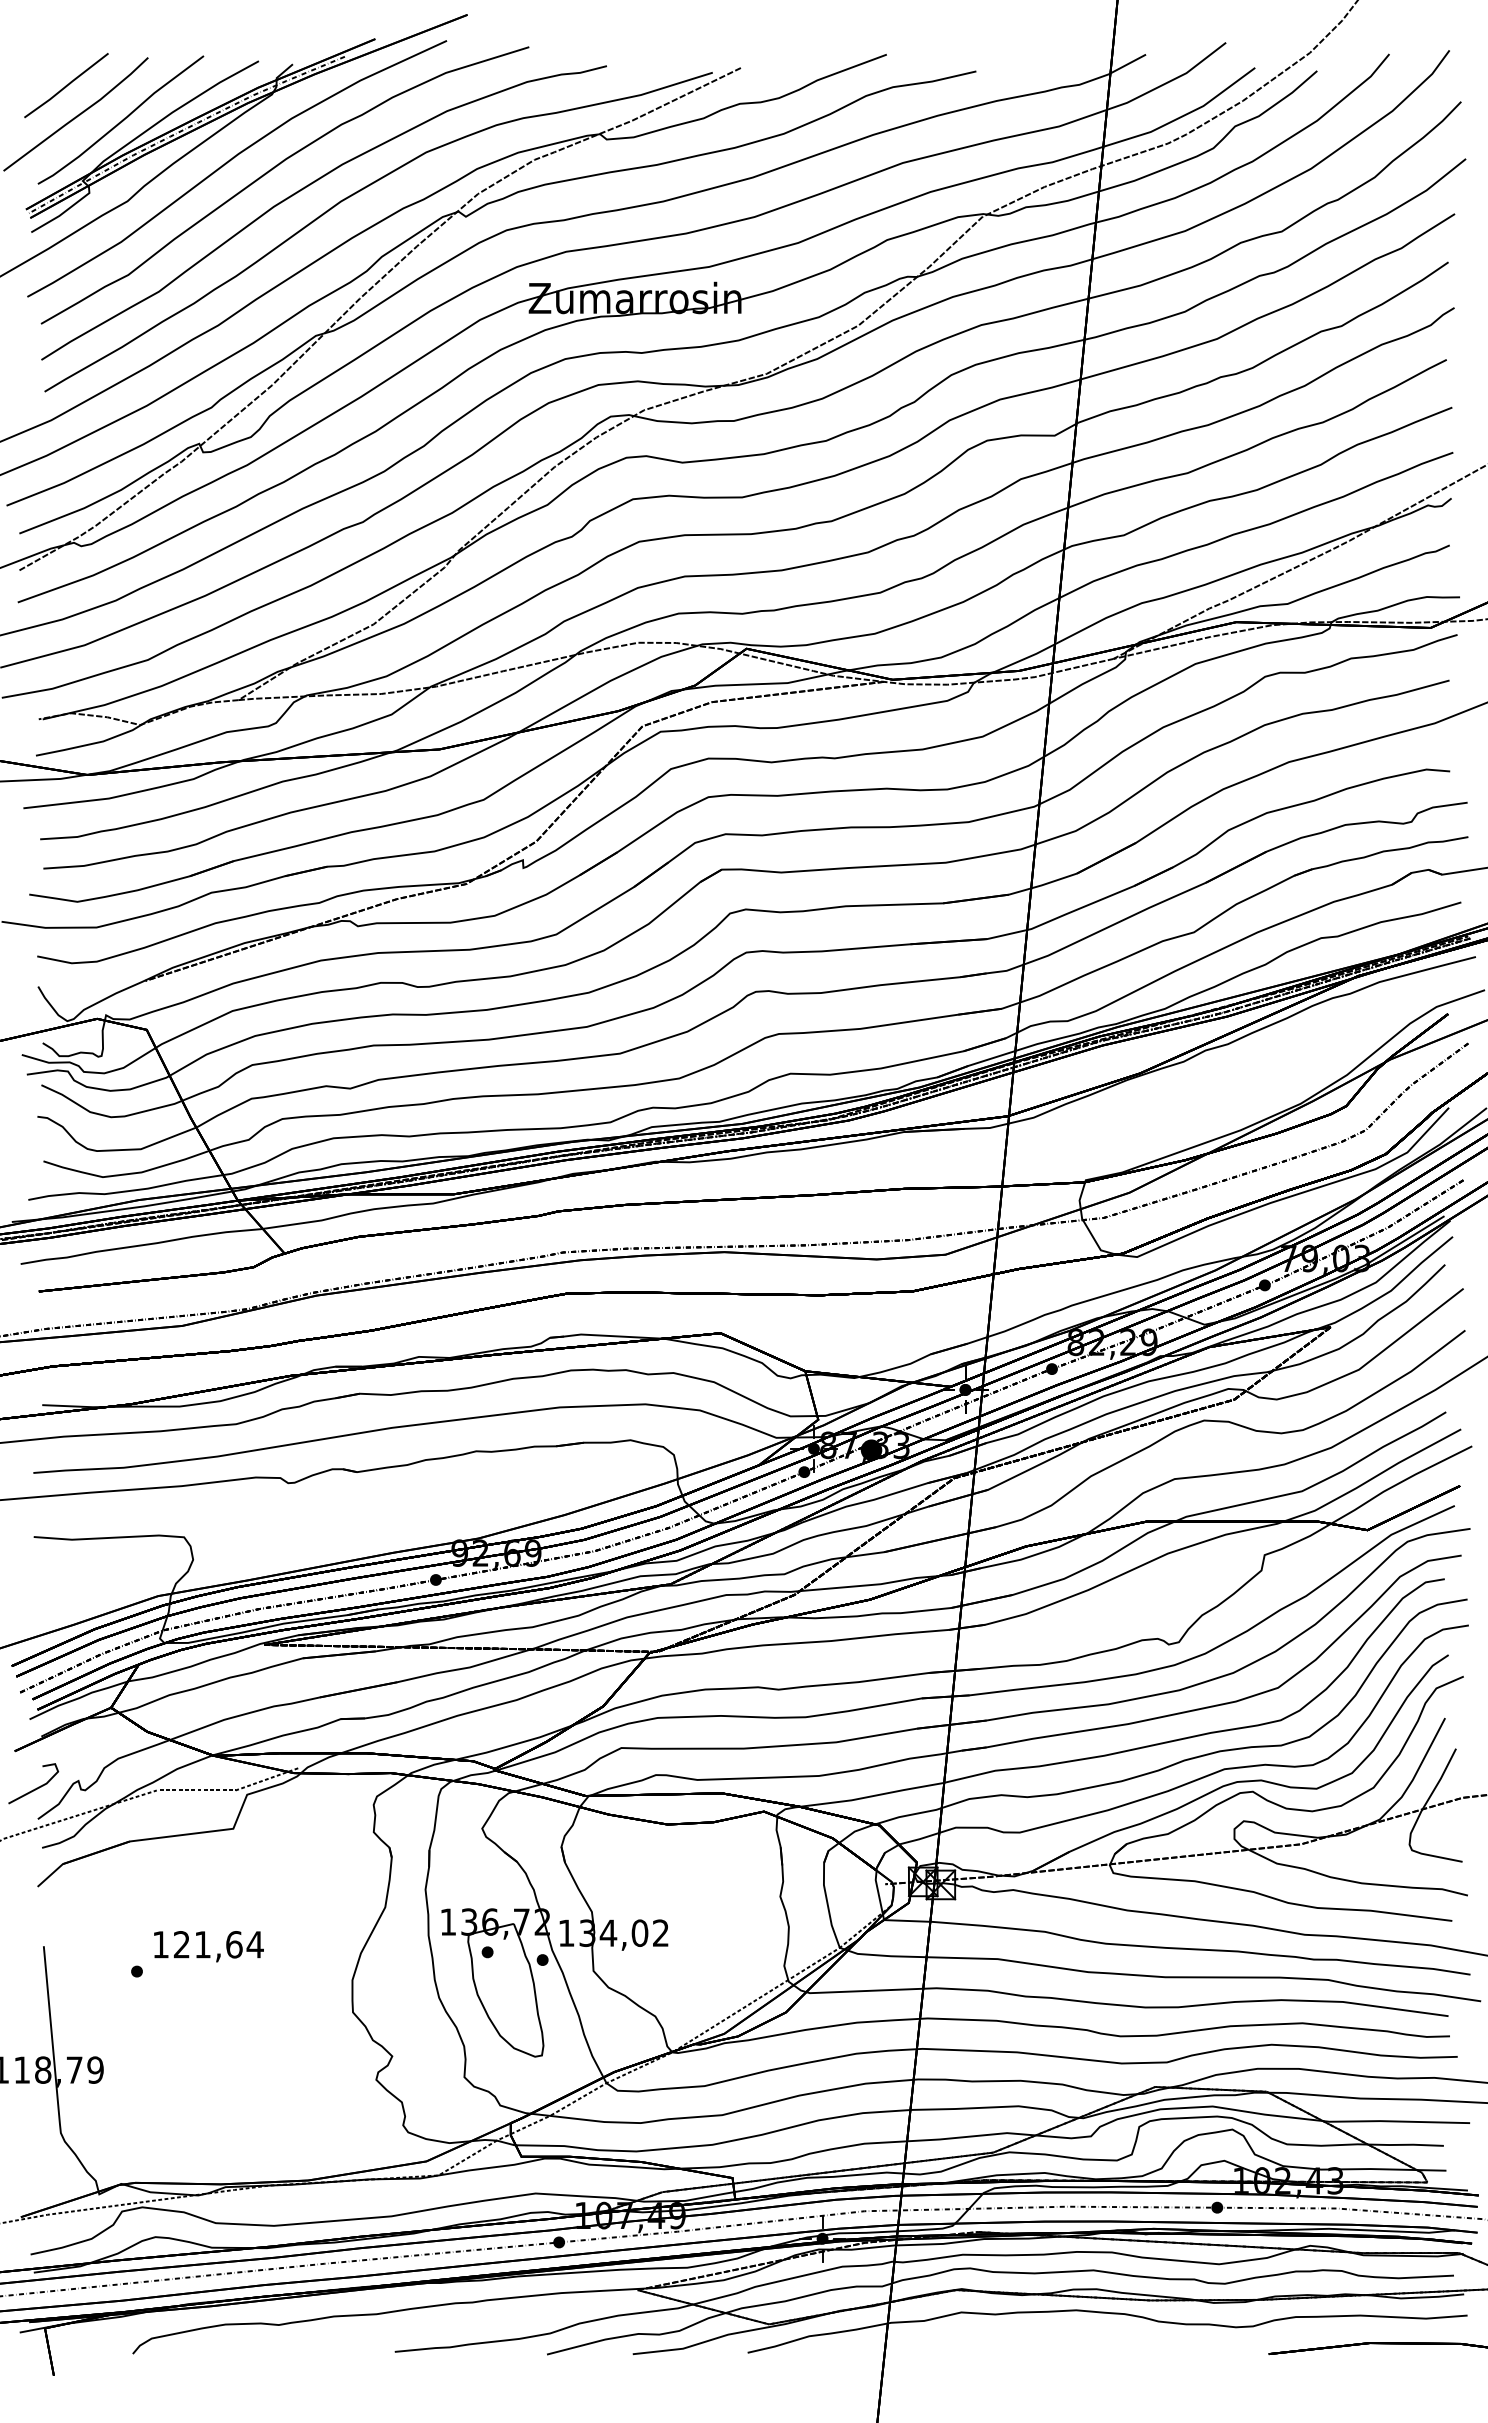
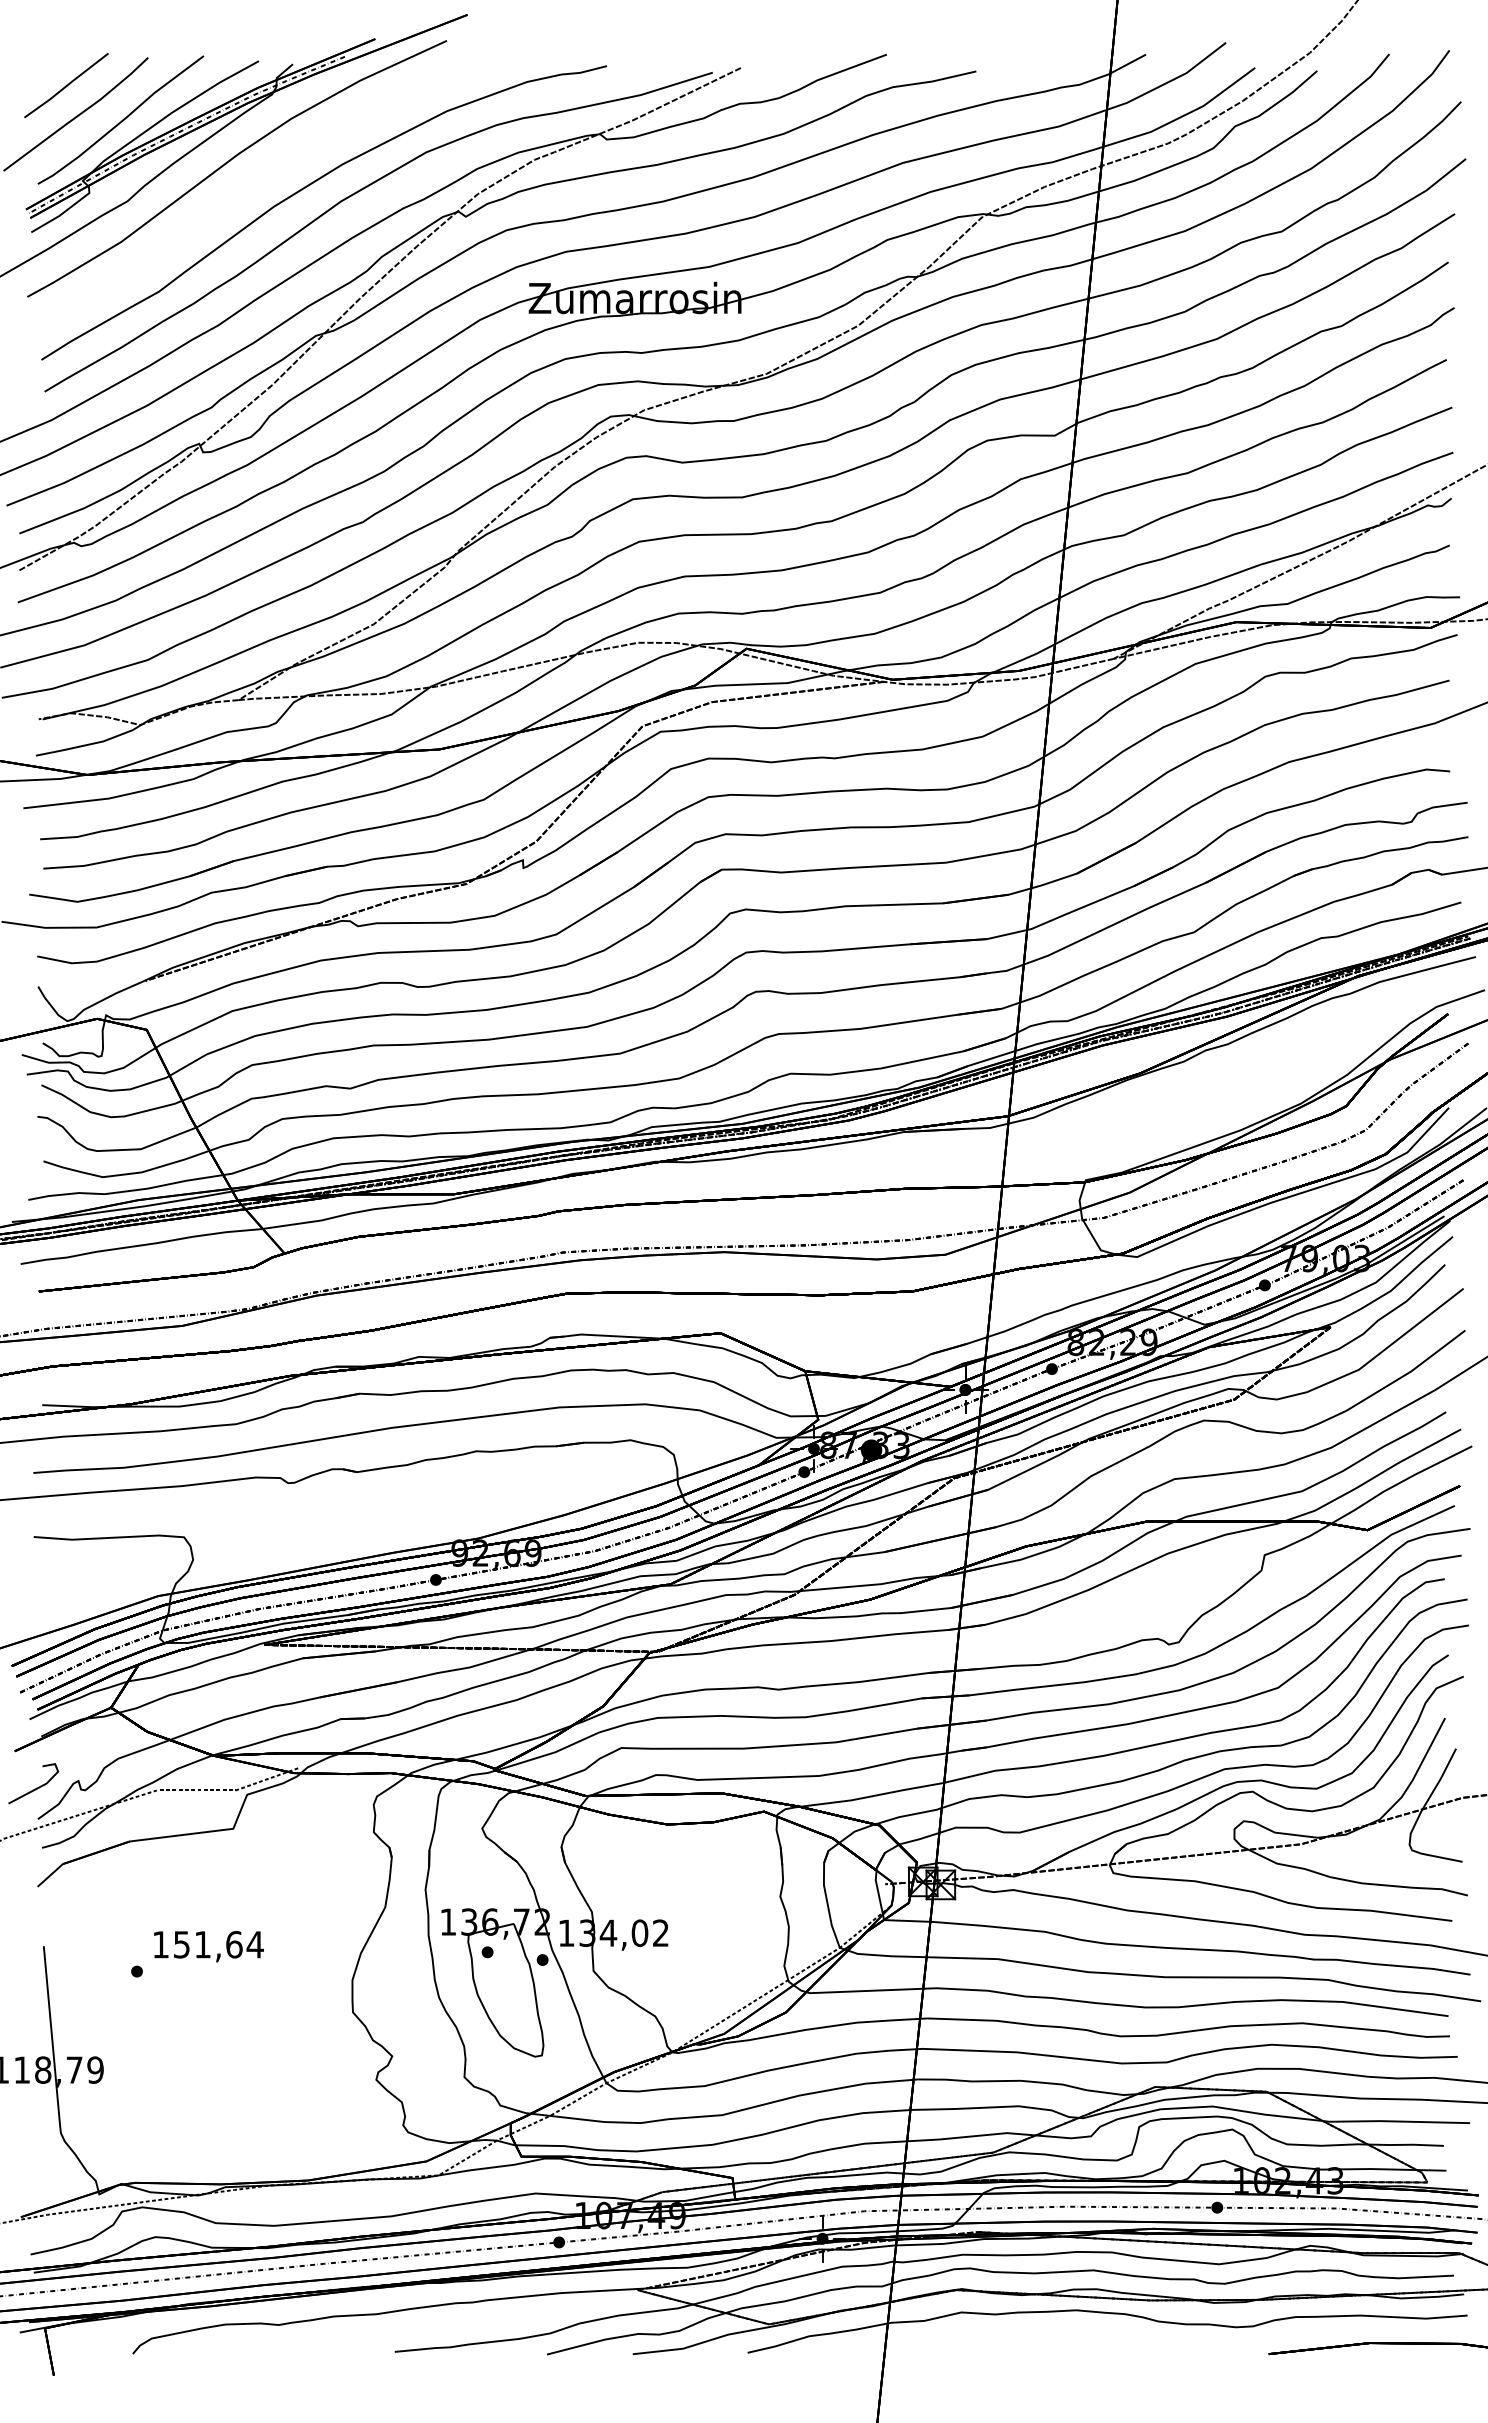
curve at (272, 170): present -> none
text at (181, 1944): 121,64 -> 151,64
